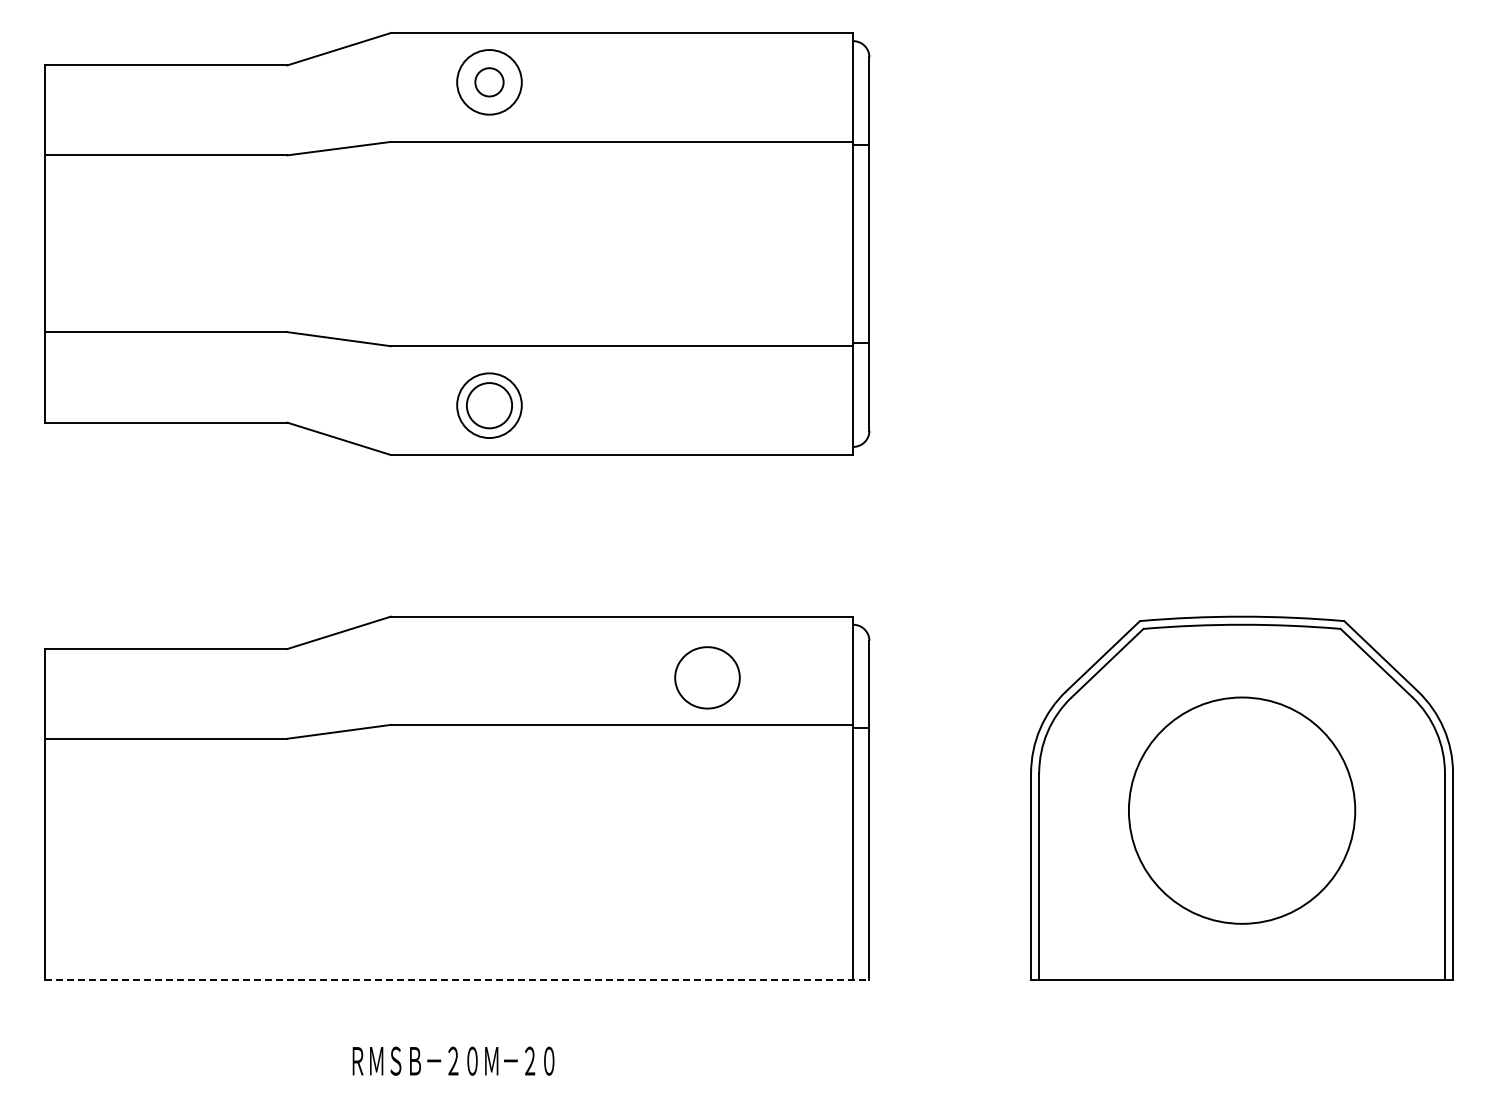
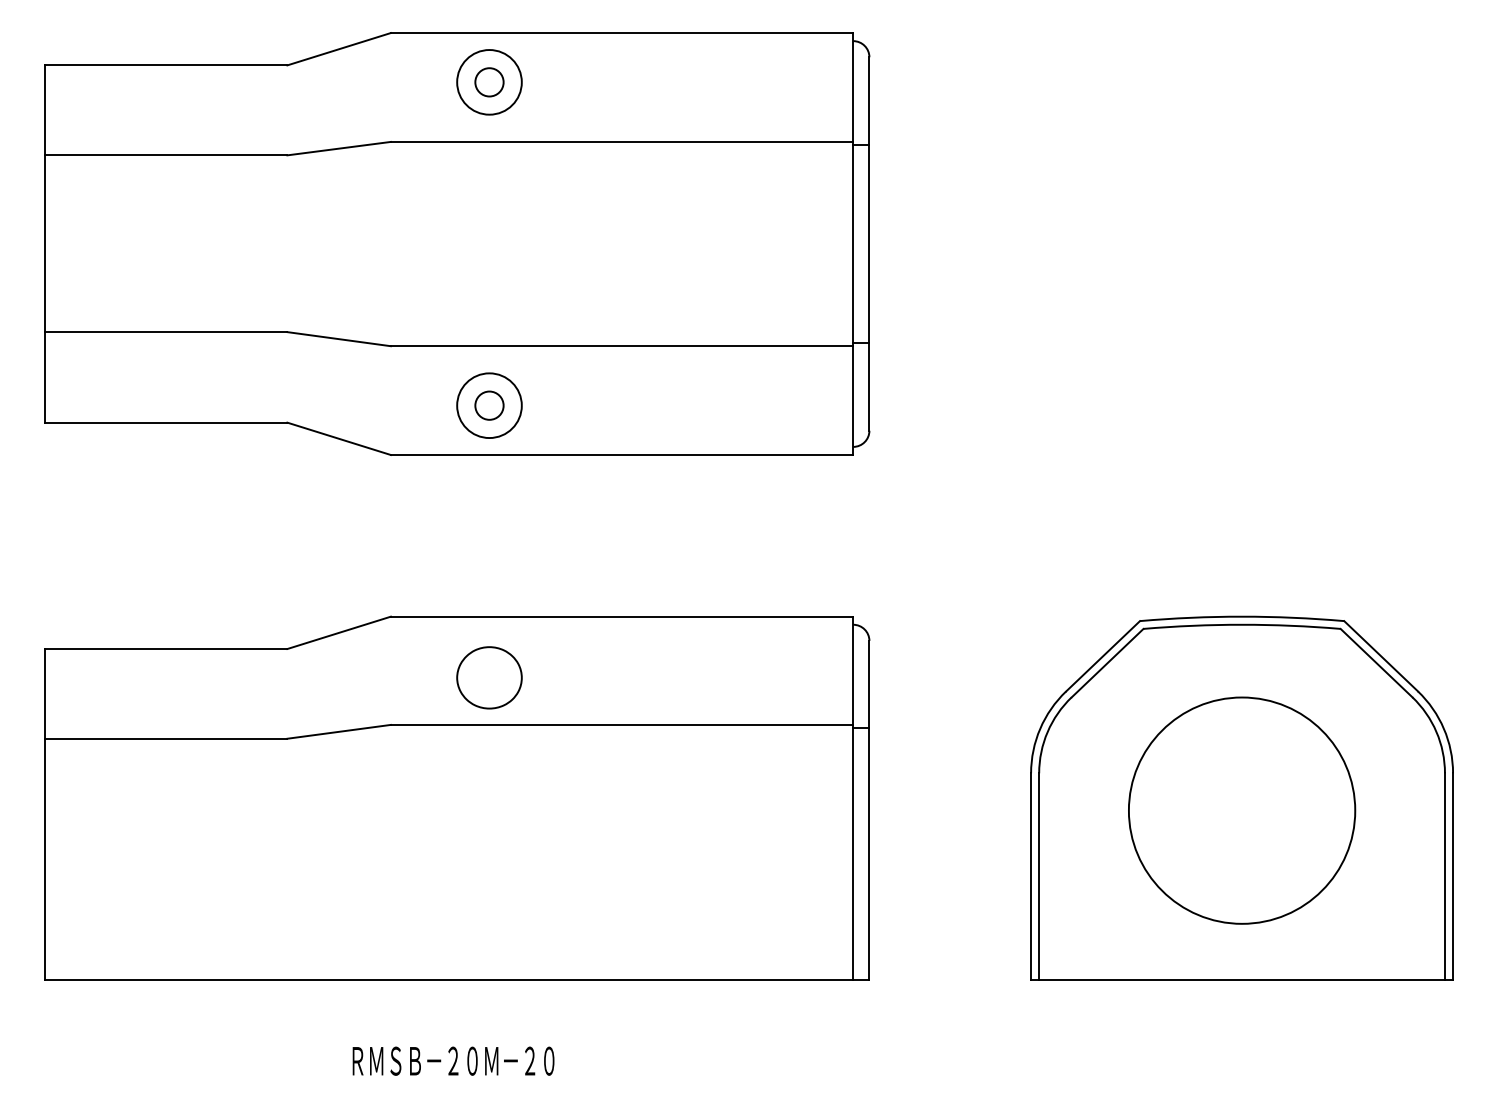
circle at (489, 405) diameter: 45 px -> 28 px
part at (707, 677) position: (707, 677) -> (489, 677)
line at (457, 980): dashed -> solid
